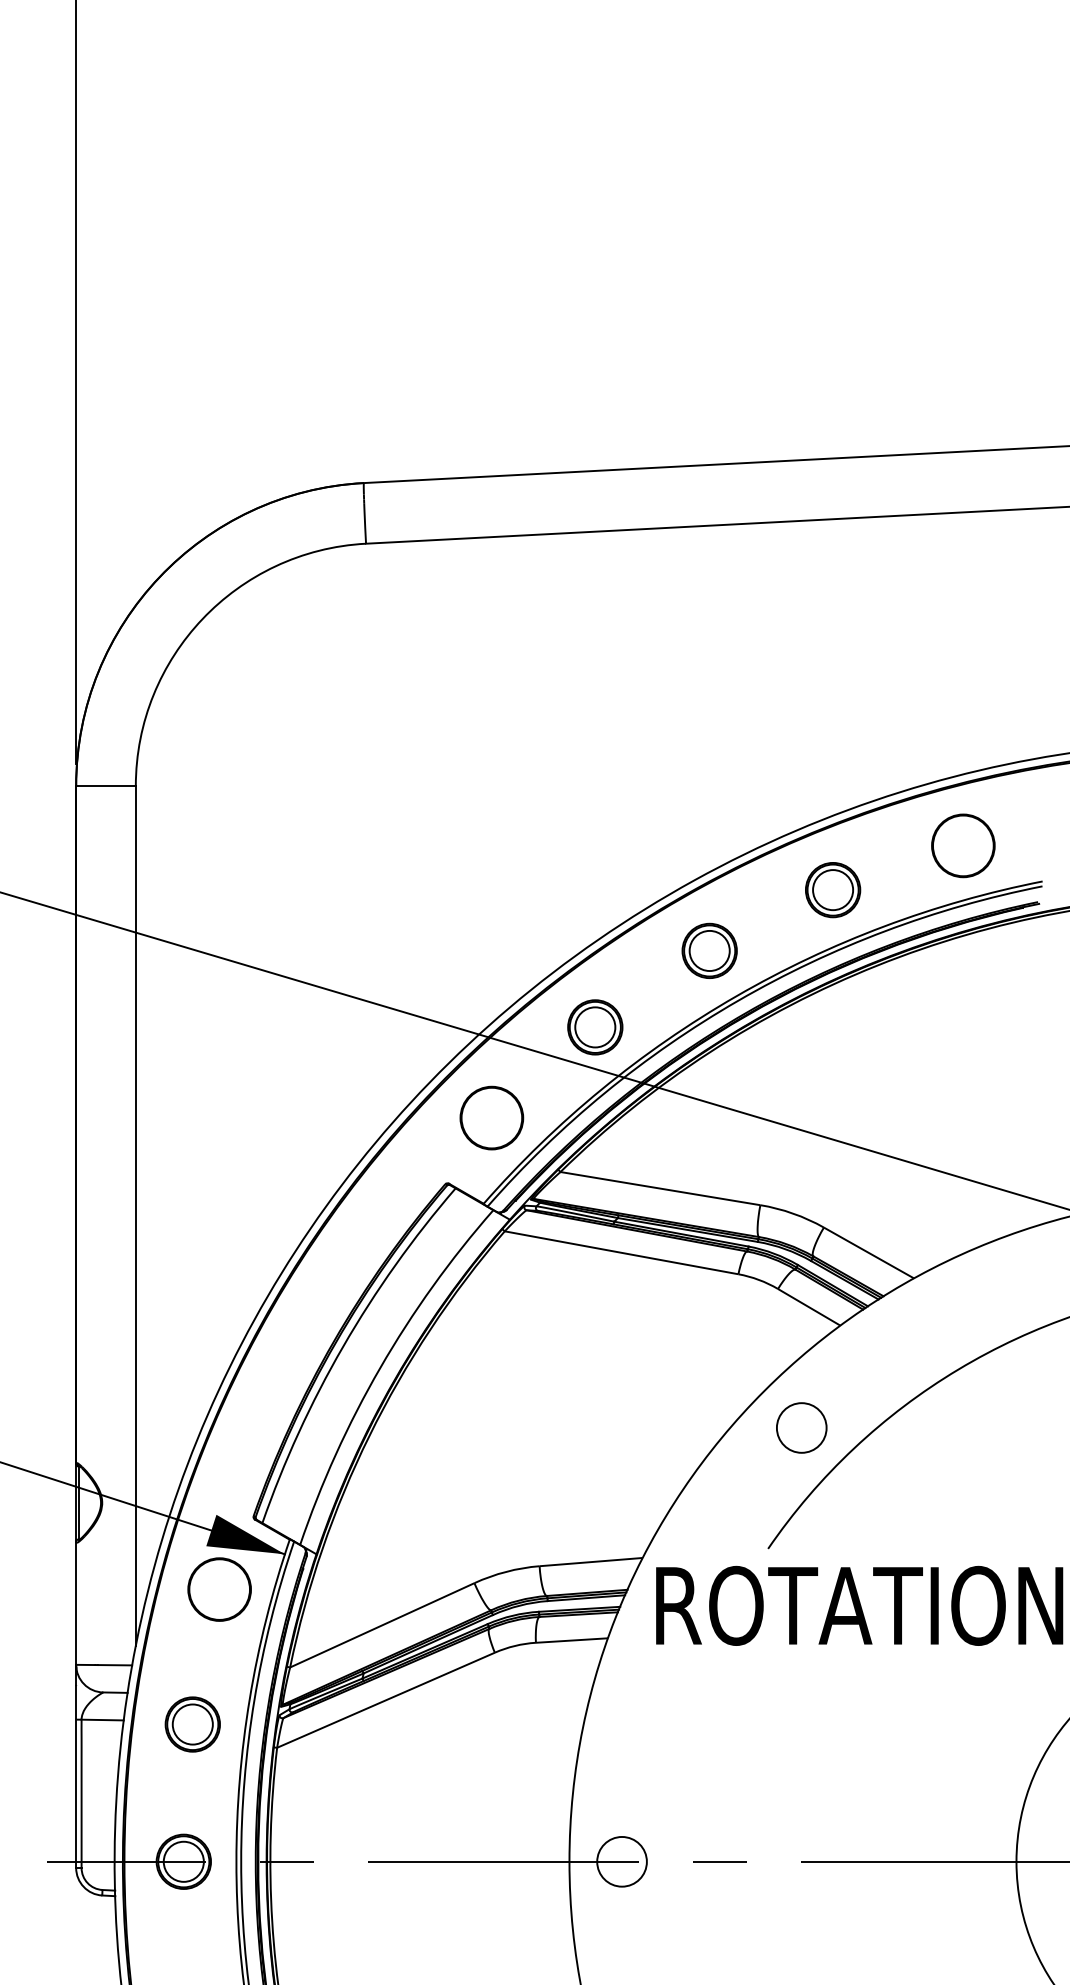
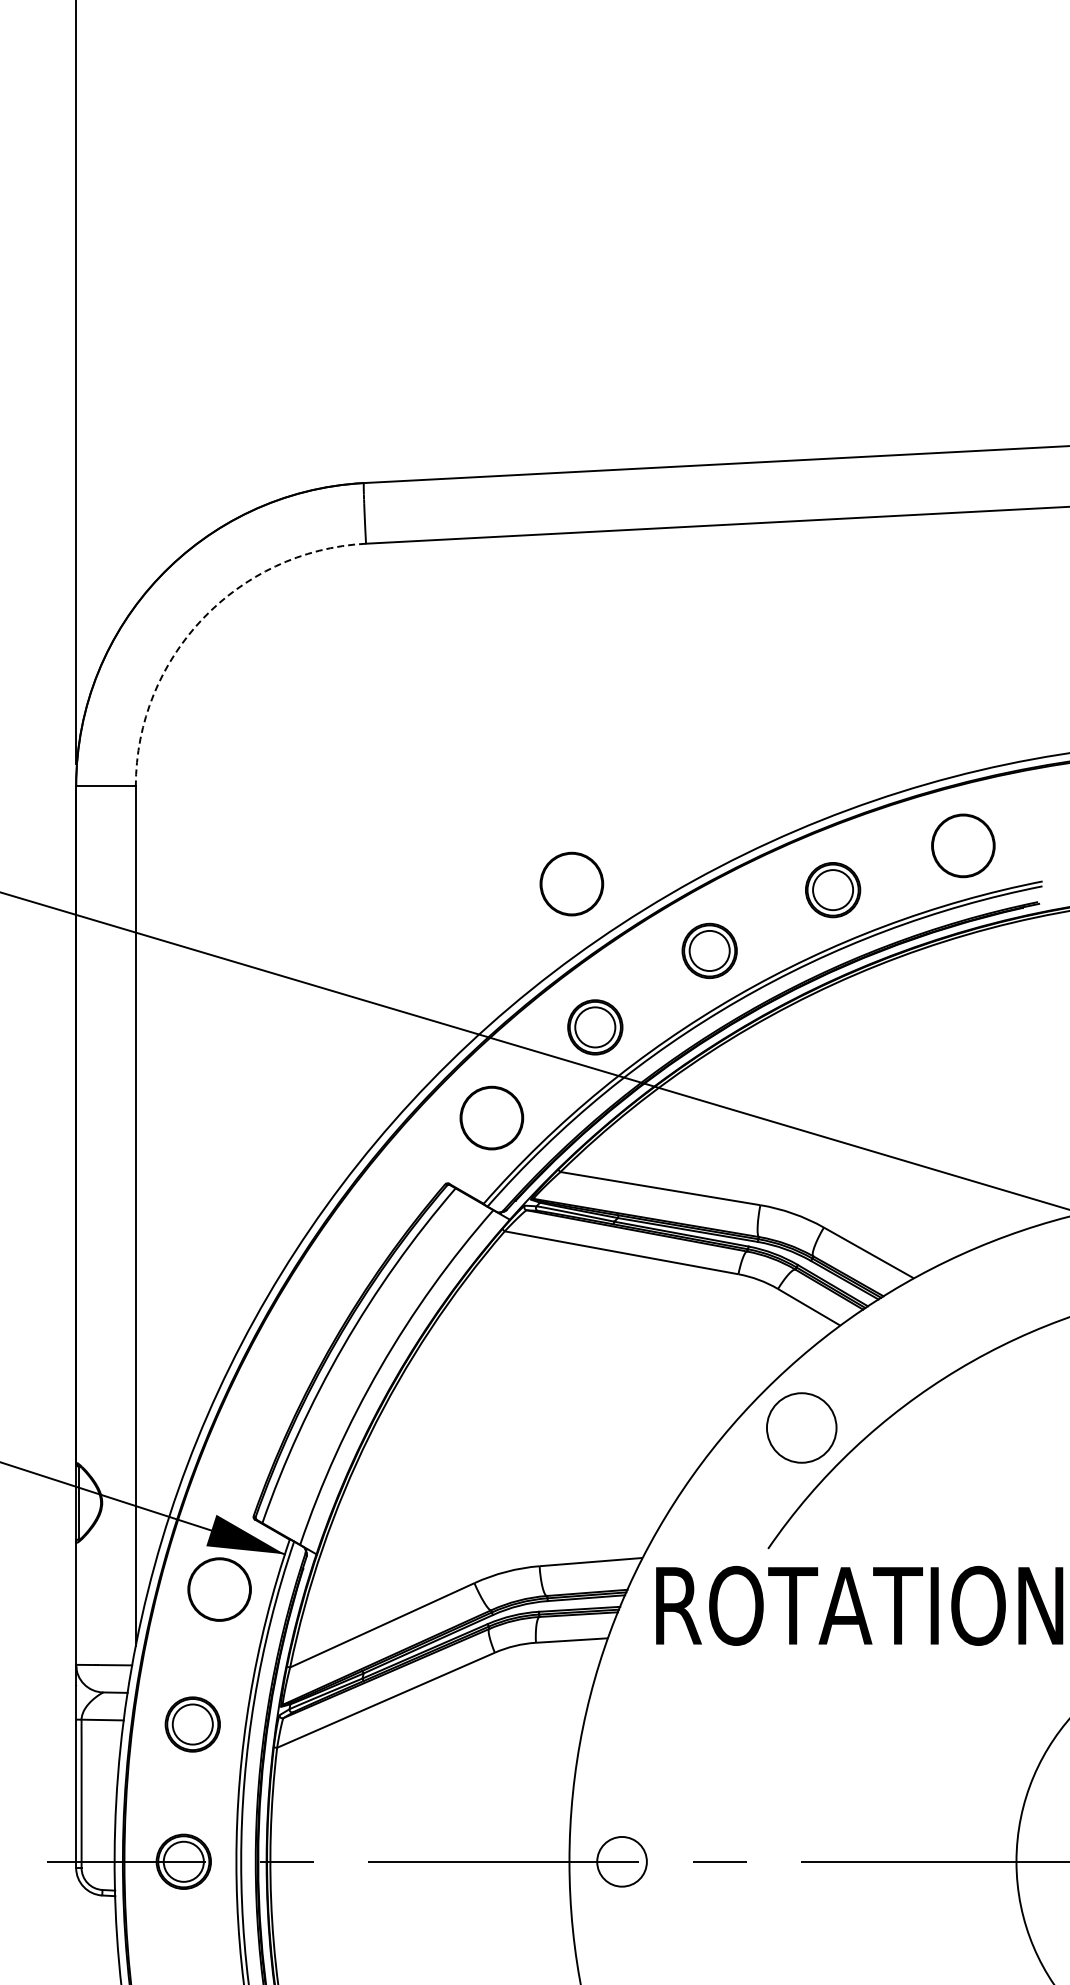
arc at (202, 619): solid -> dashed
part at (571, 883): none -> present
circle at (801, 1427) diameter: 50 px -> 70 px
